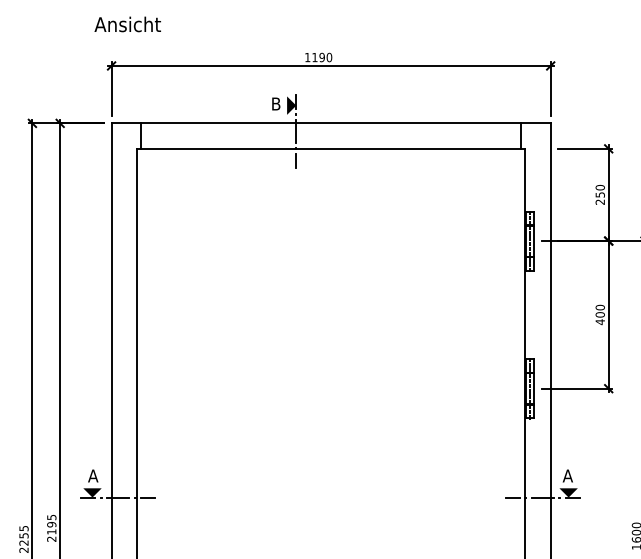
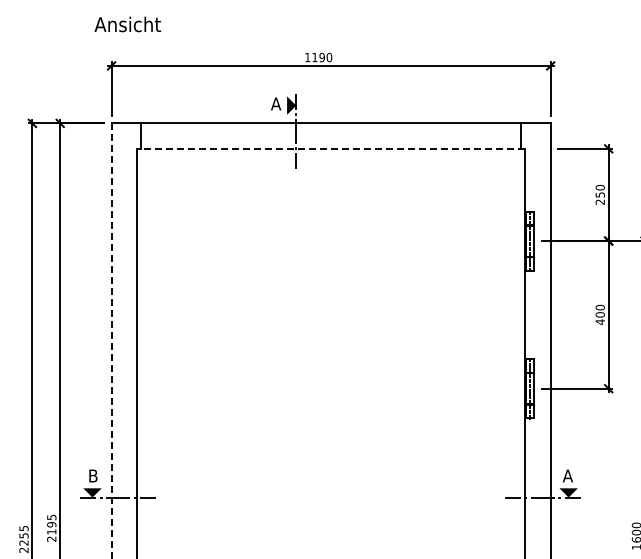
text at (276, 103): B -> A
line at (330, 148): solid -> dashed
line at (111, 340): solid -> dashed
text at (93, 475): A -> B
